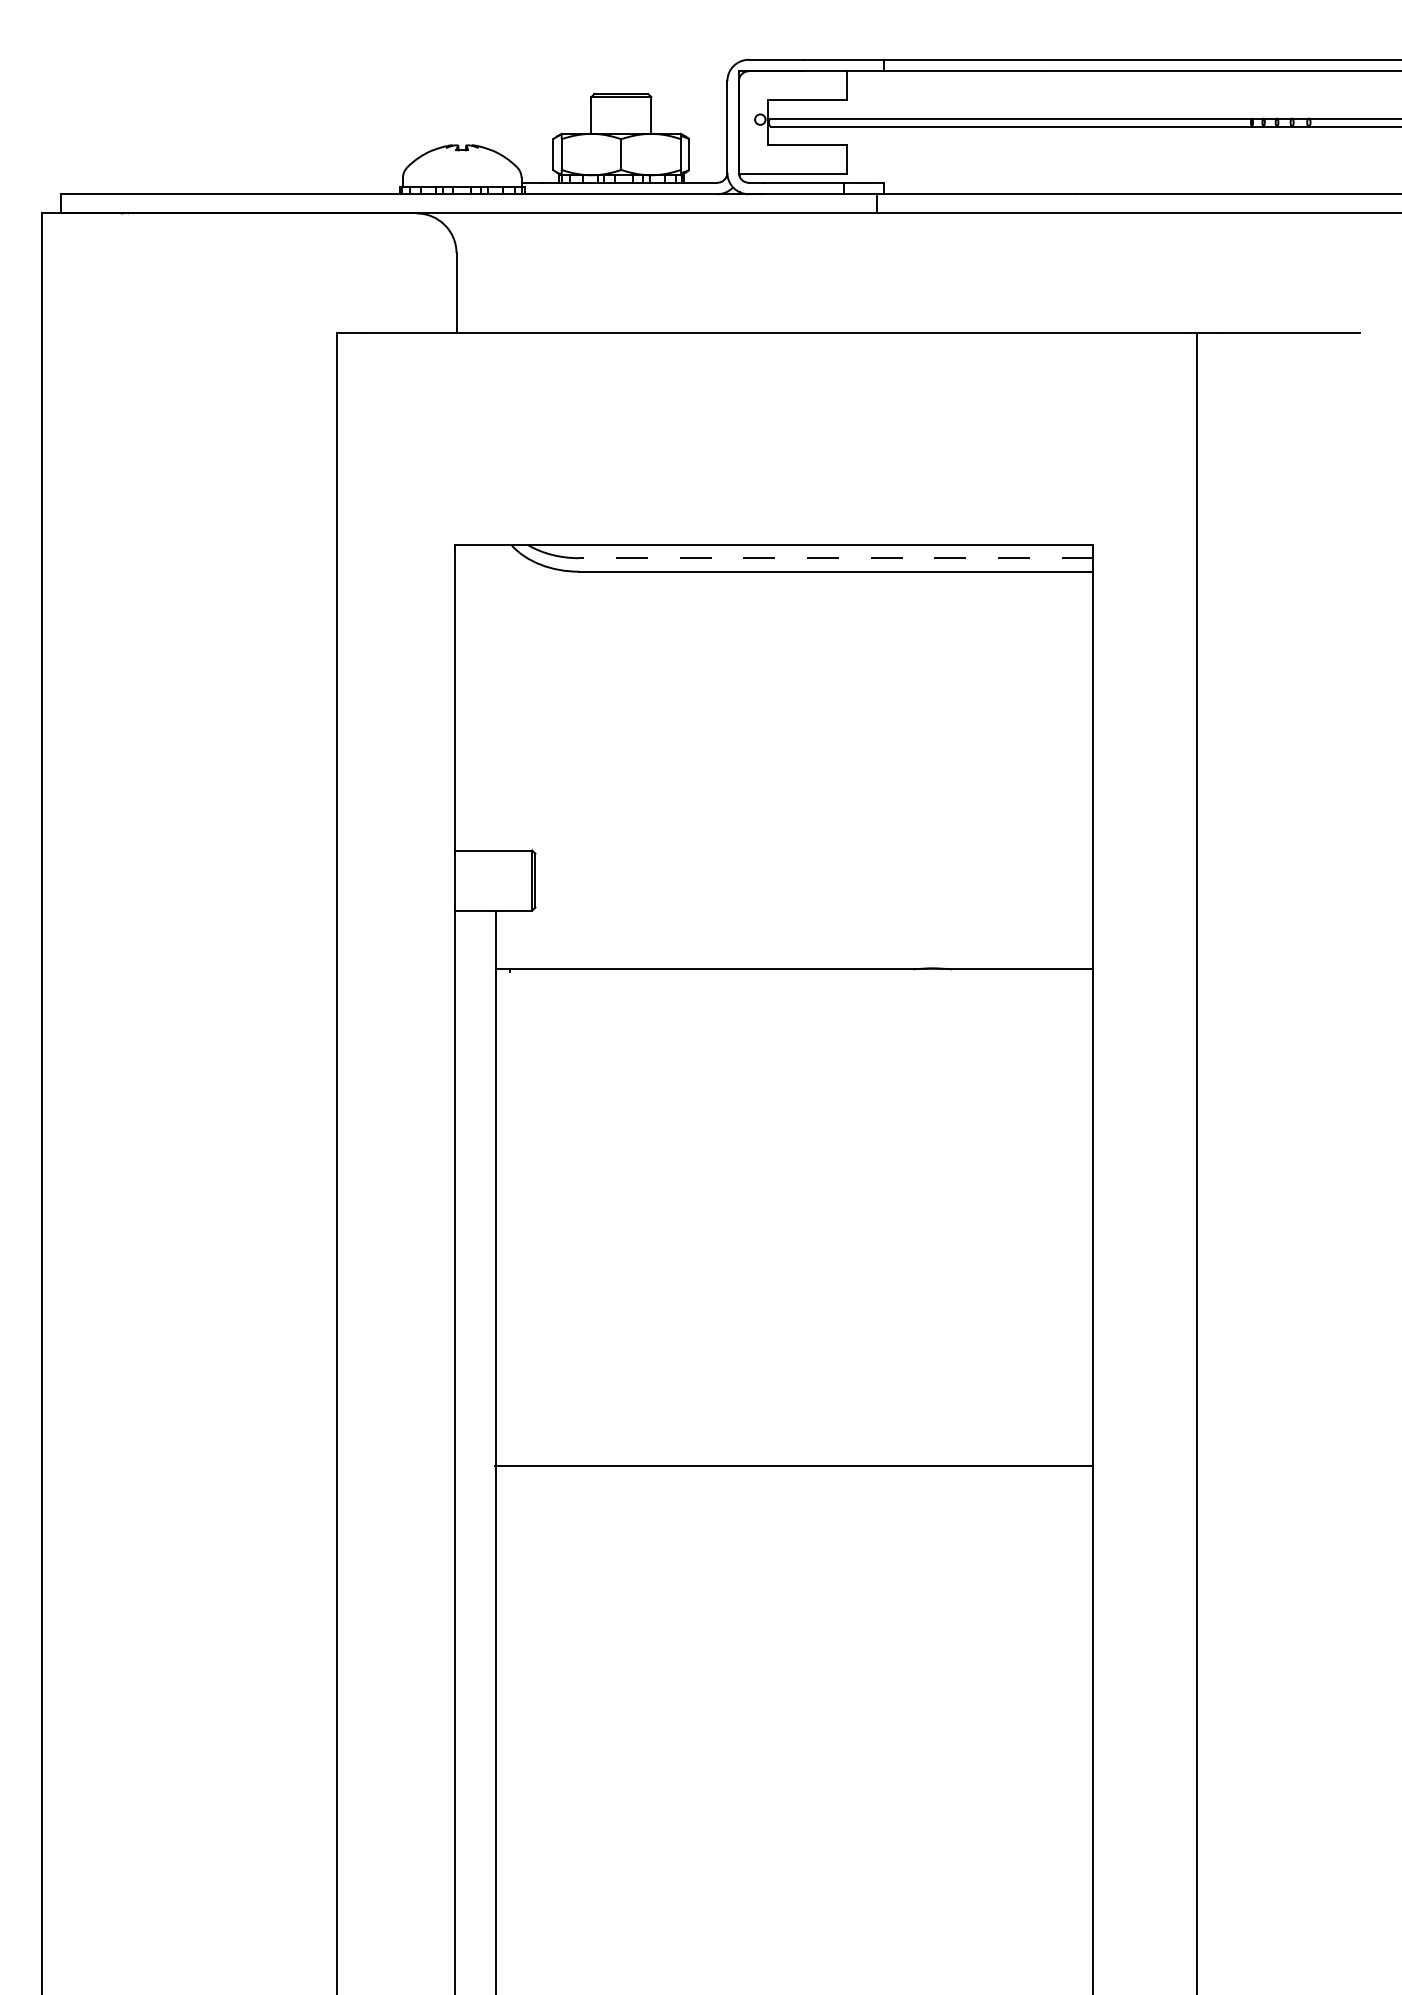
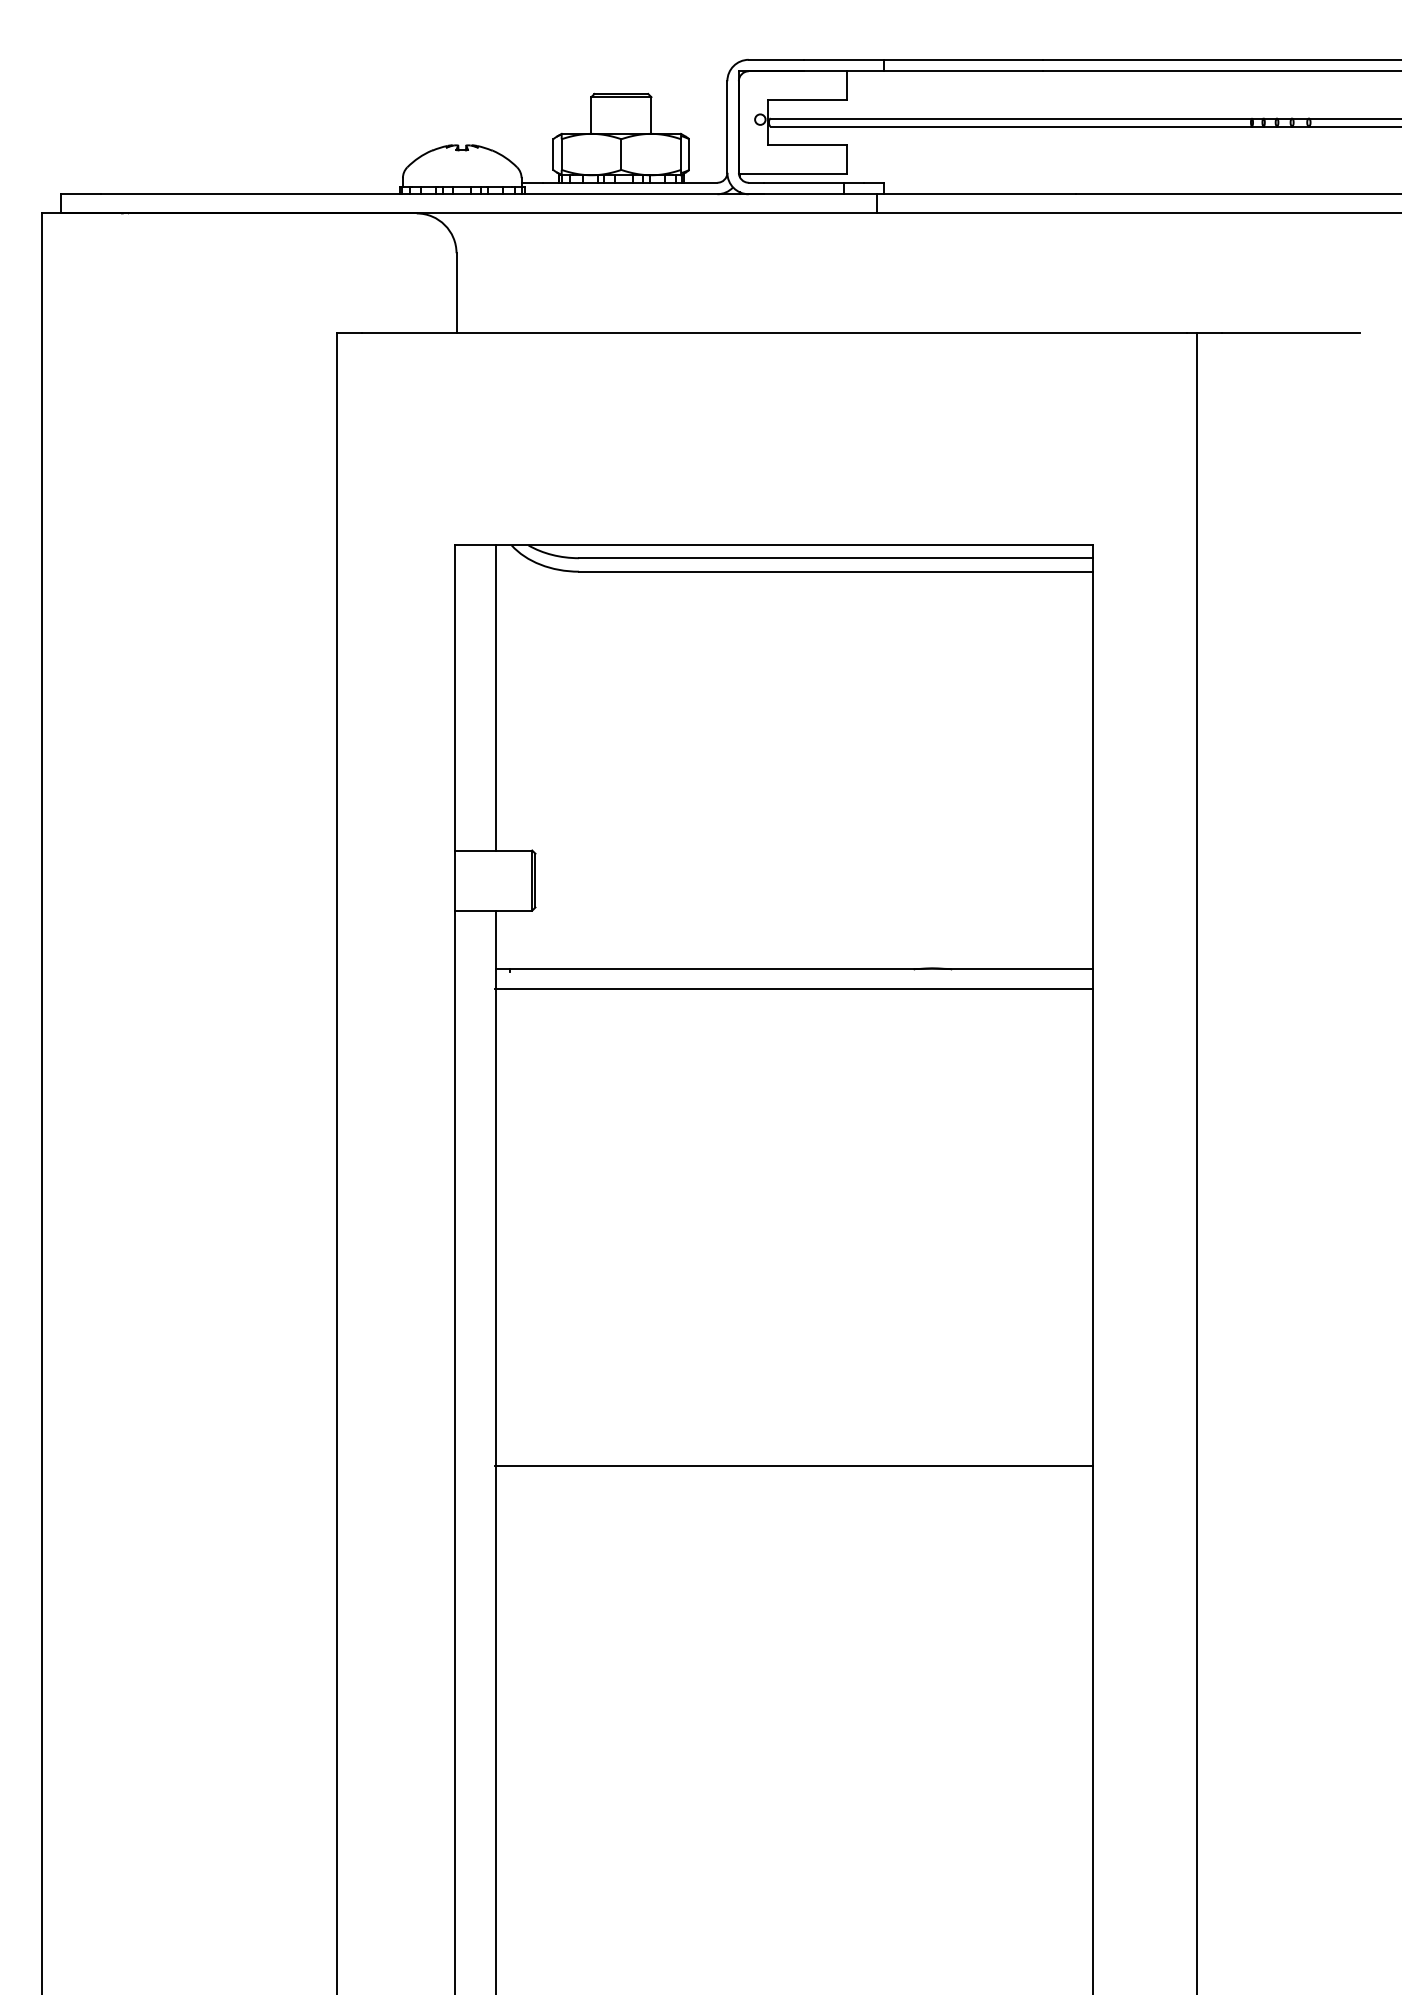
line at (835, 558): dashed -> solid
line at (495, 697): none -> present
line at (794, 989): none -> present
